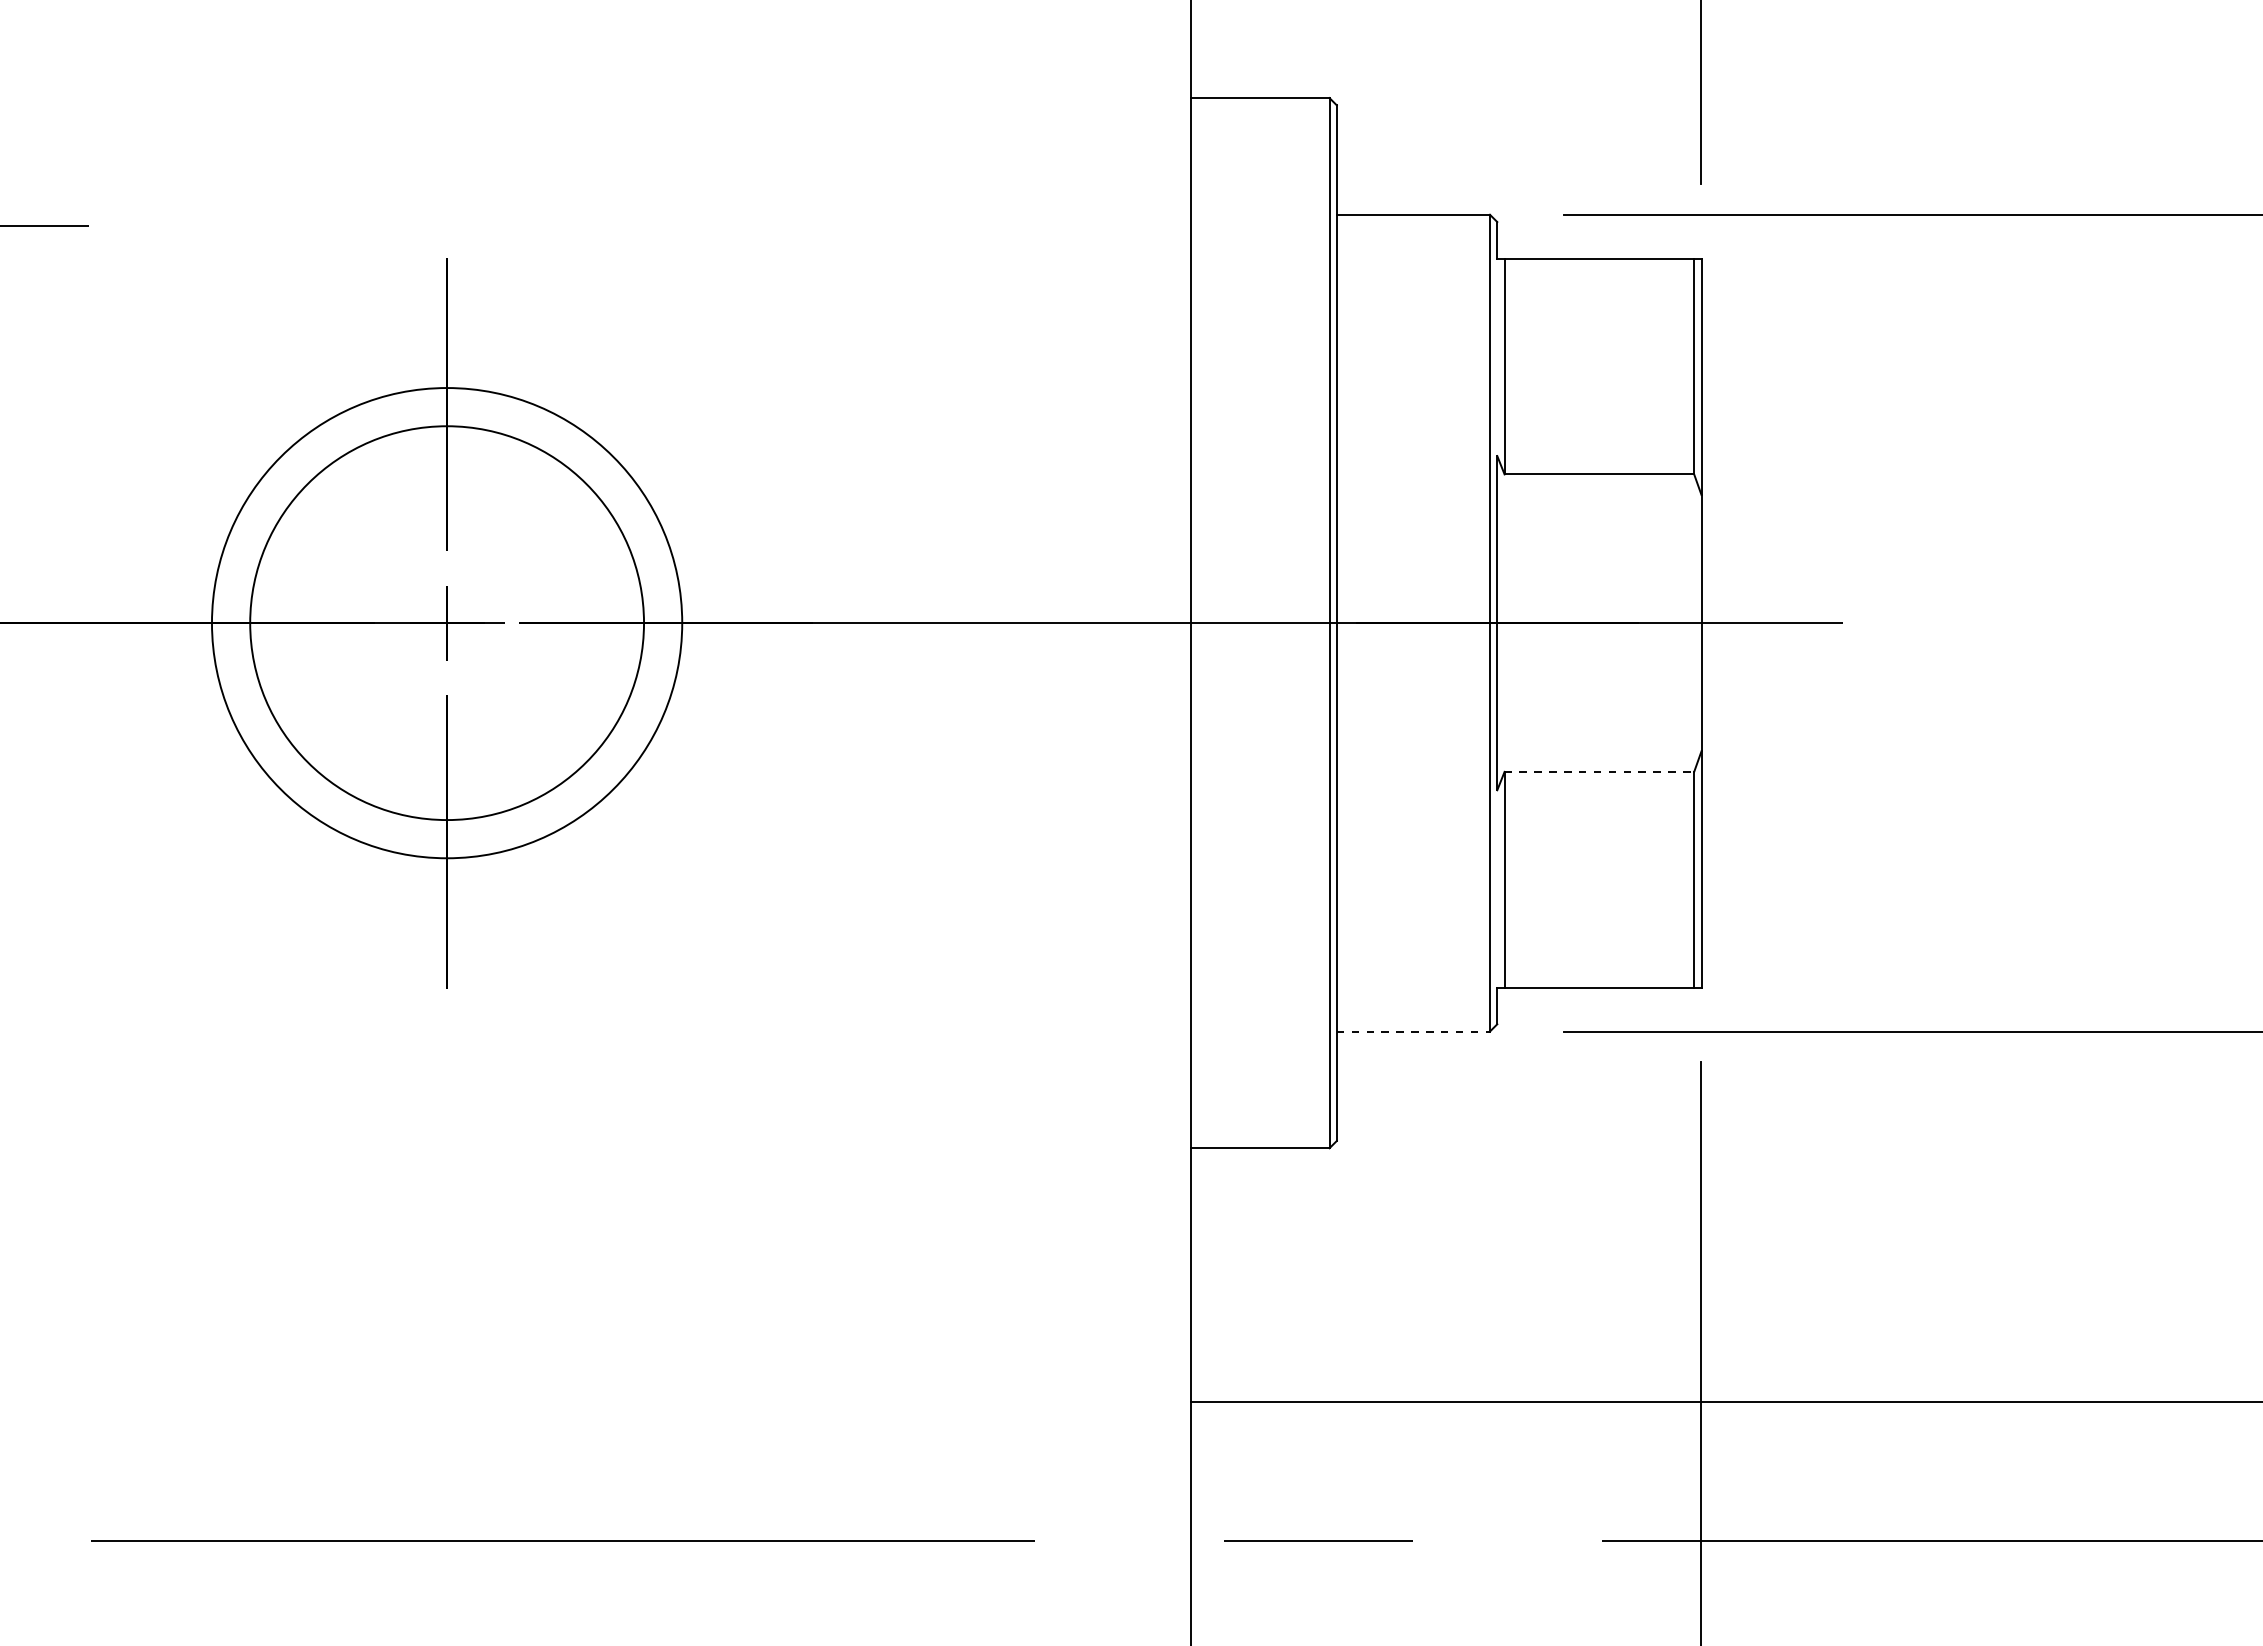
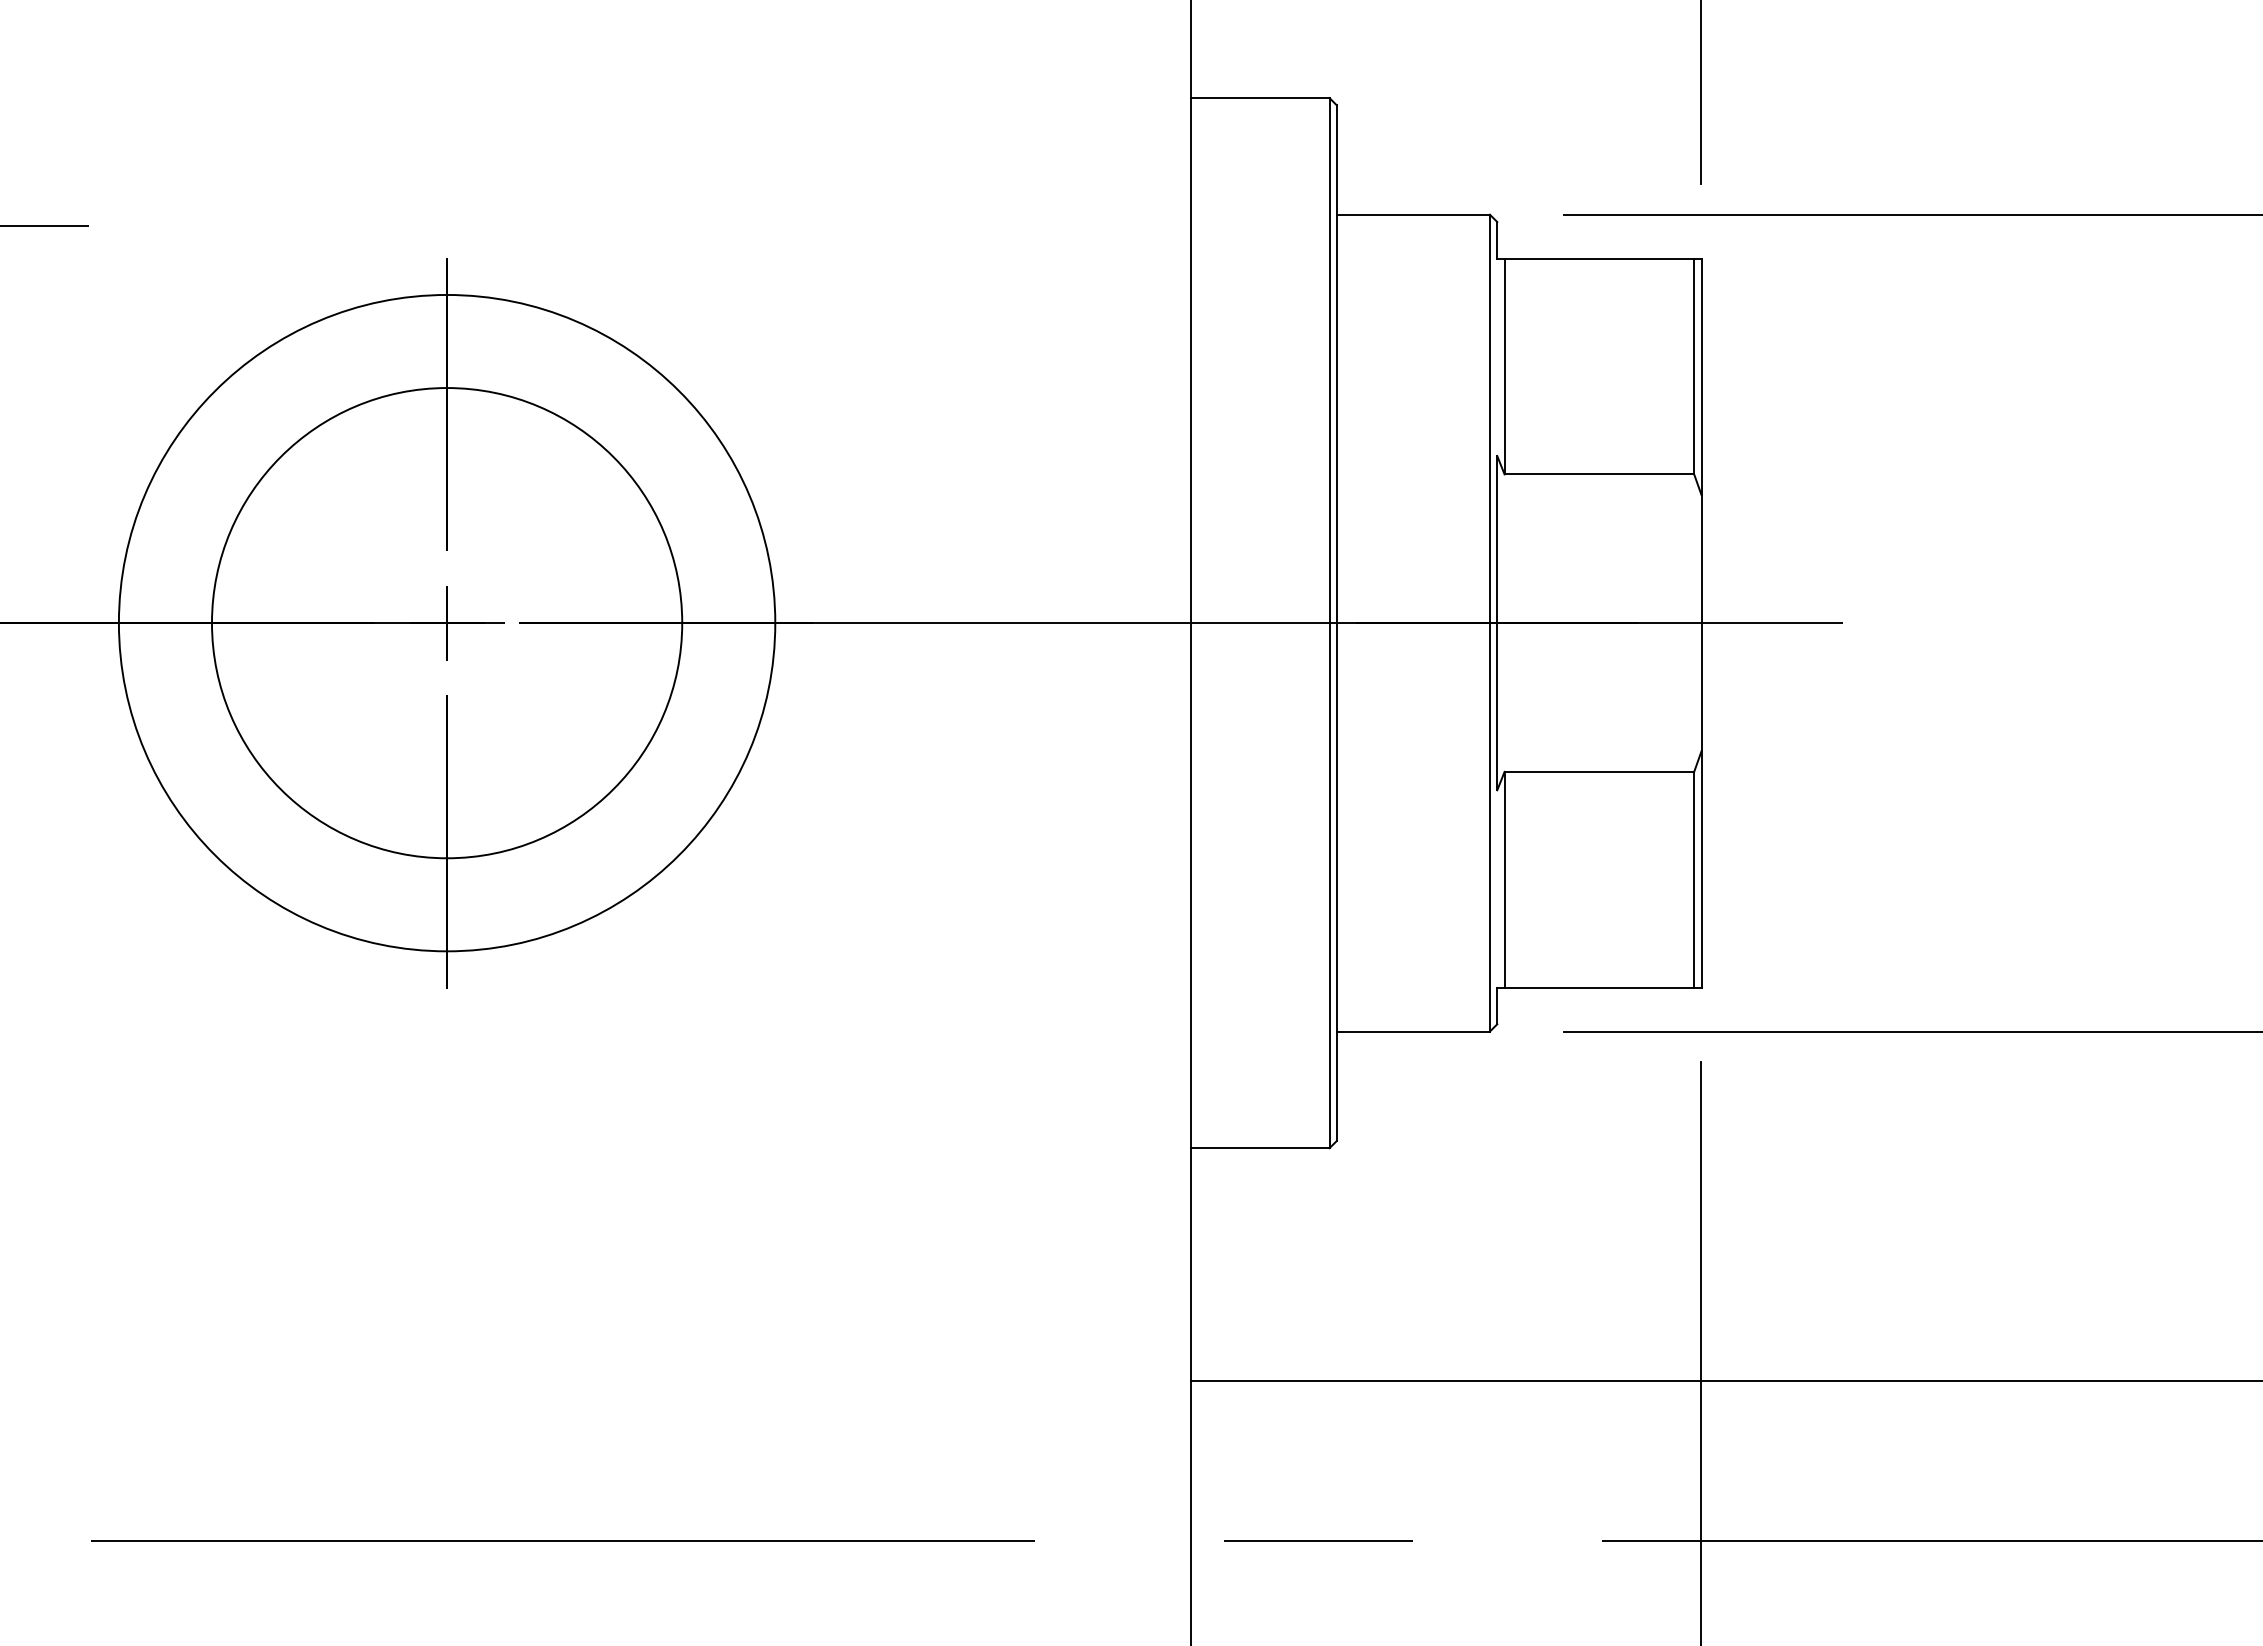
circle at (447, 623) diameter: 394 px -> 656 px
line at (1599, 771): dashed -> solid
line at (1413, 1031): dashed -> solid
line at (1724, 1401) position: (1724, 1401) -> (1724, 1380)
